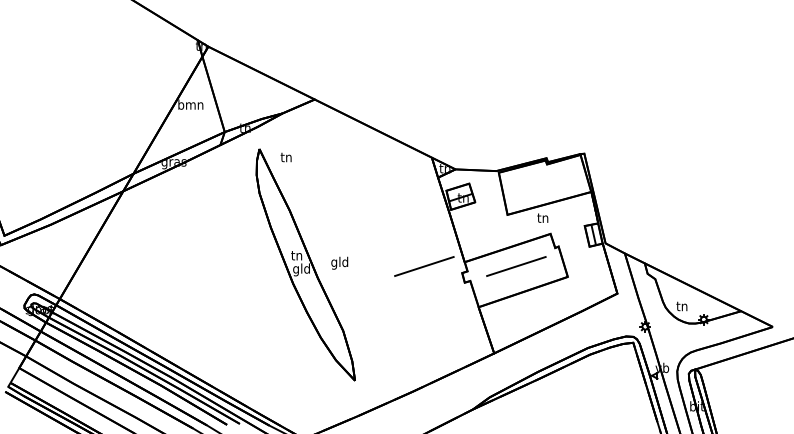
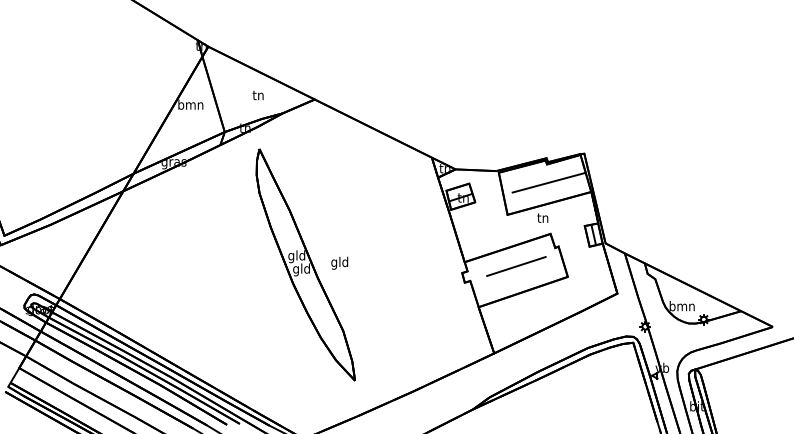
text at (285, 157) position: (285, 157) -> (257, 95)
line at (548, 182): none -> present
text at (296, 256): tn -> gld
line at (424, 266): present -> none
text at (681, 306): tn -> bmn
